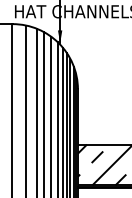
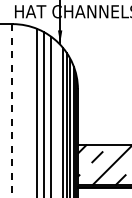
line at (26, 109): present -> none
line at (11, 111): solid -> dashed
line at (57, 118): present -> none
